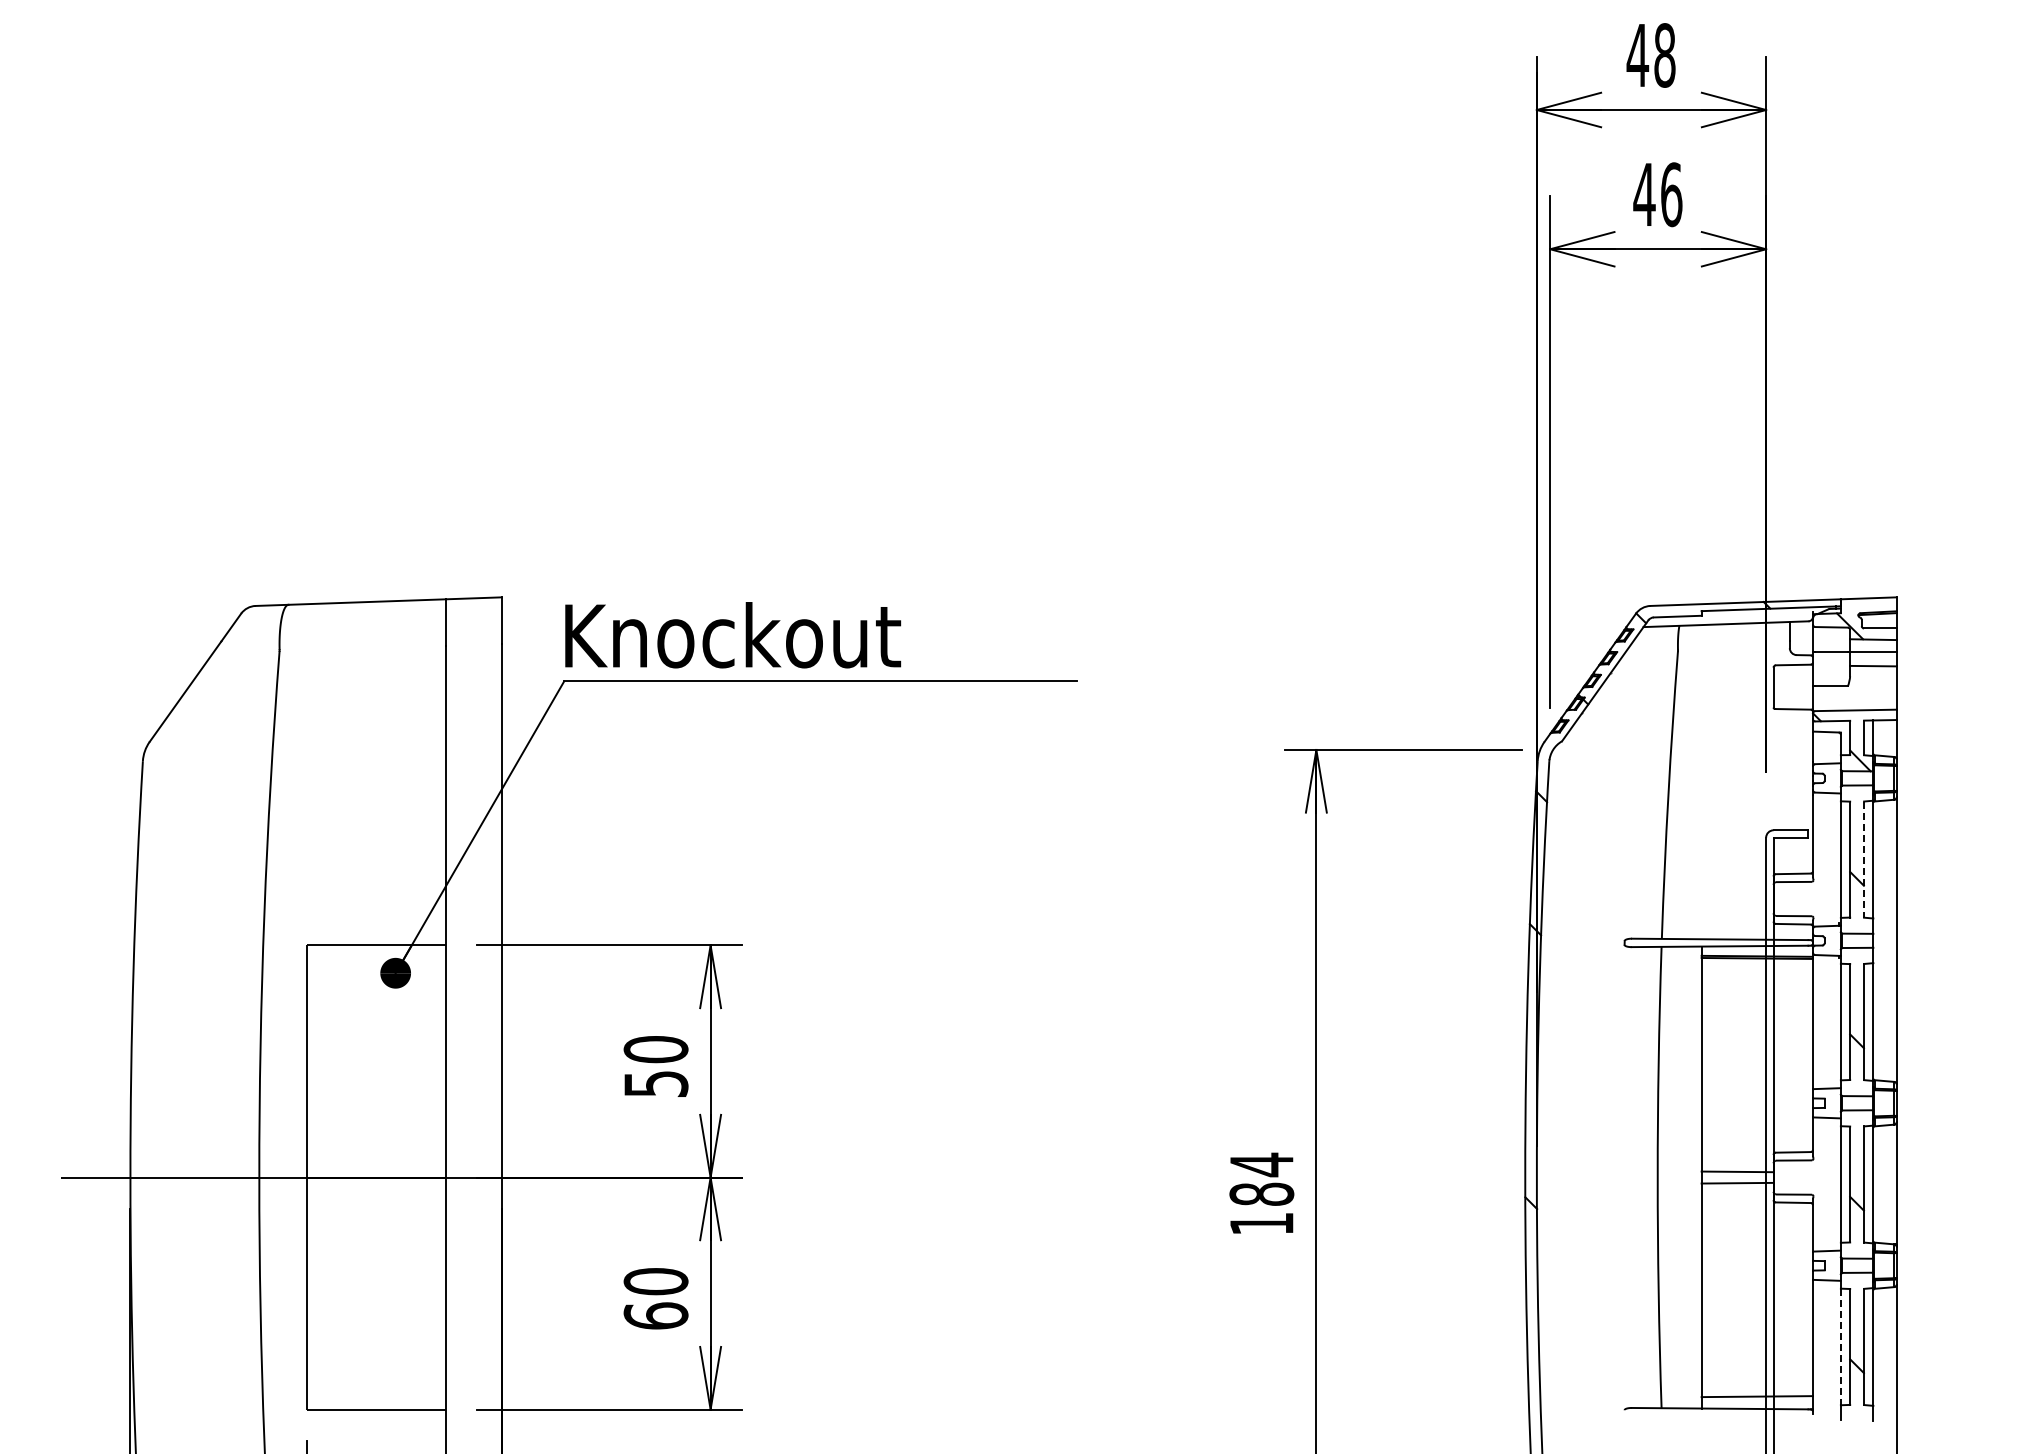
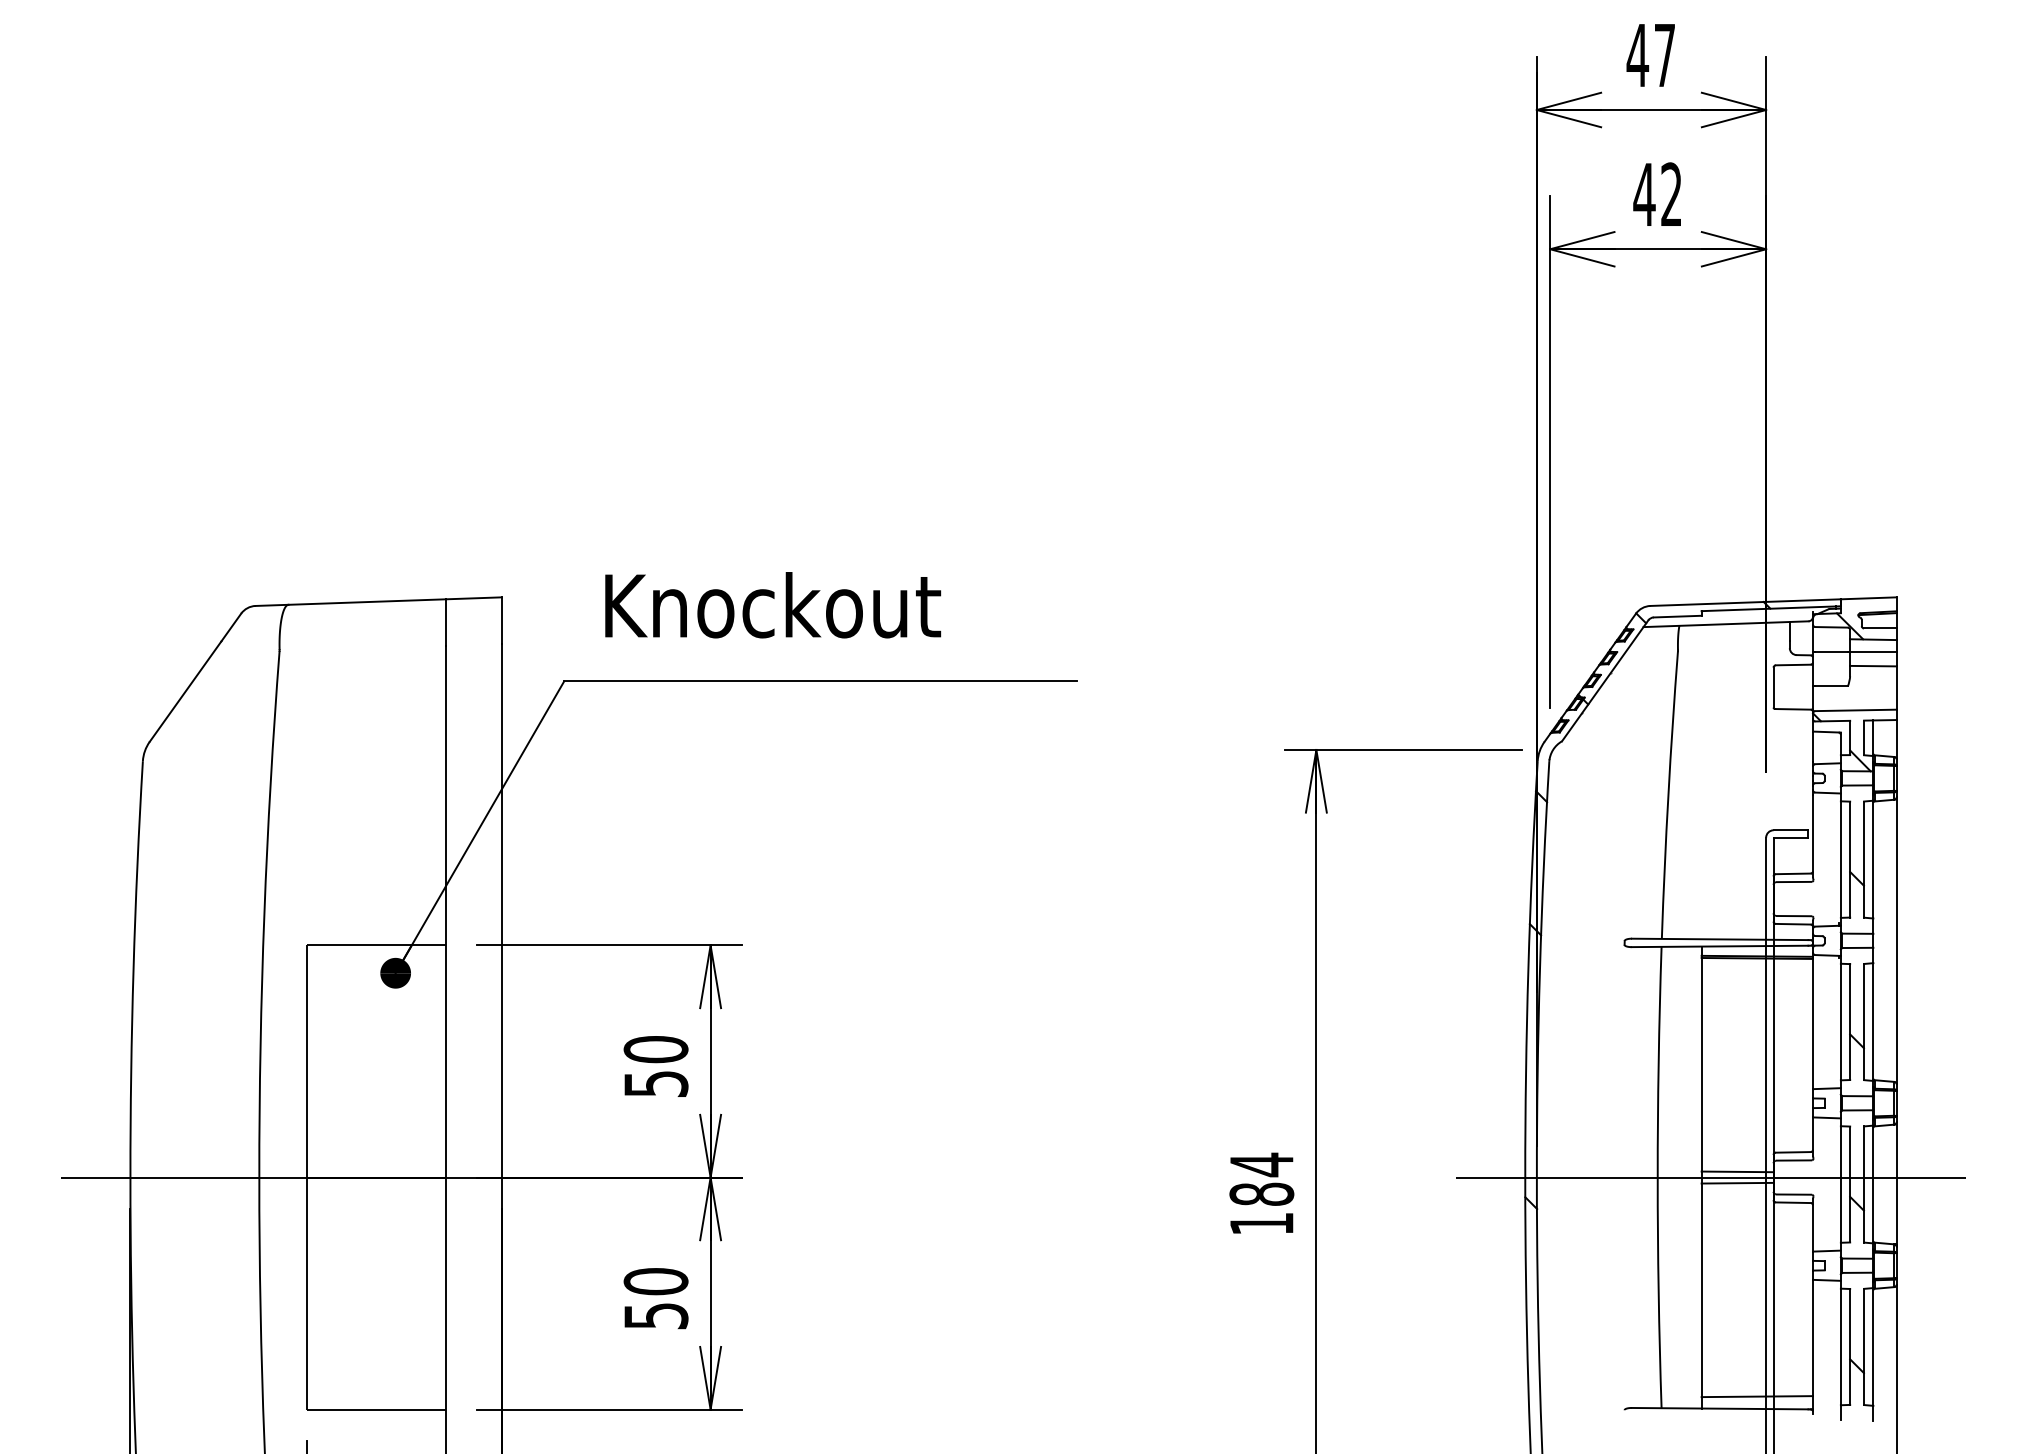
text at (1664, 55): 48 -> 47
text at (1671, 194): 46 -> 42
text at (733, 635) position: (733, 635) -> (773, 605)
line at (1864, 860): dashed -> solid
line at (1710, 1177): none -> present
text at (655, 1315): 60 -> 50
line at (1840, 1347): dashed -> solid
